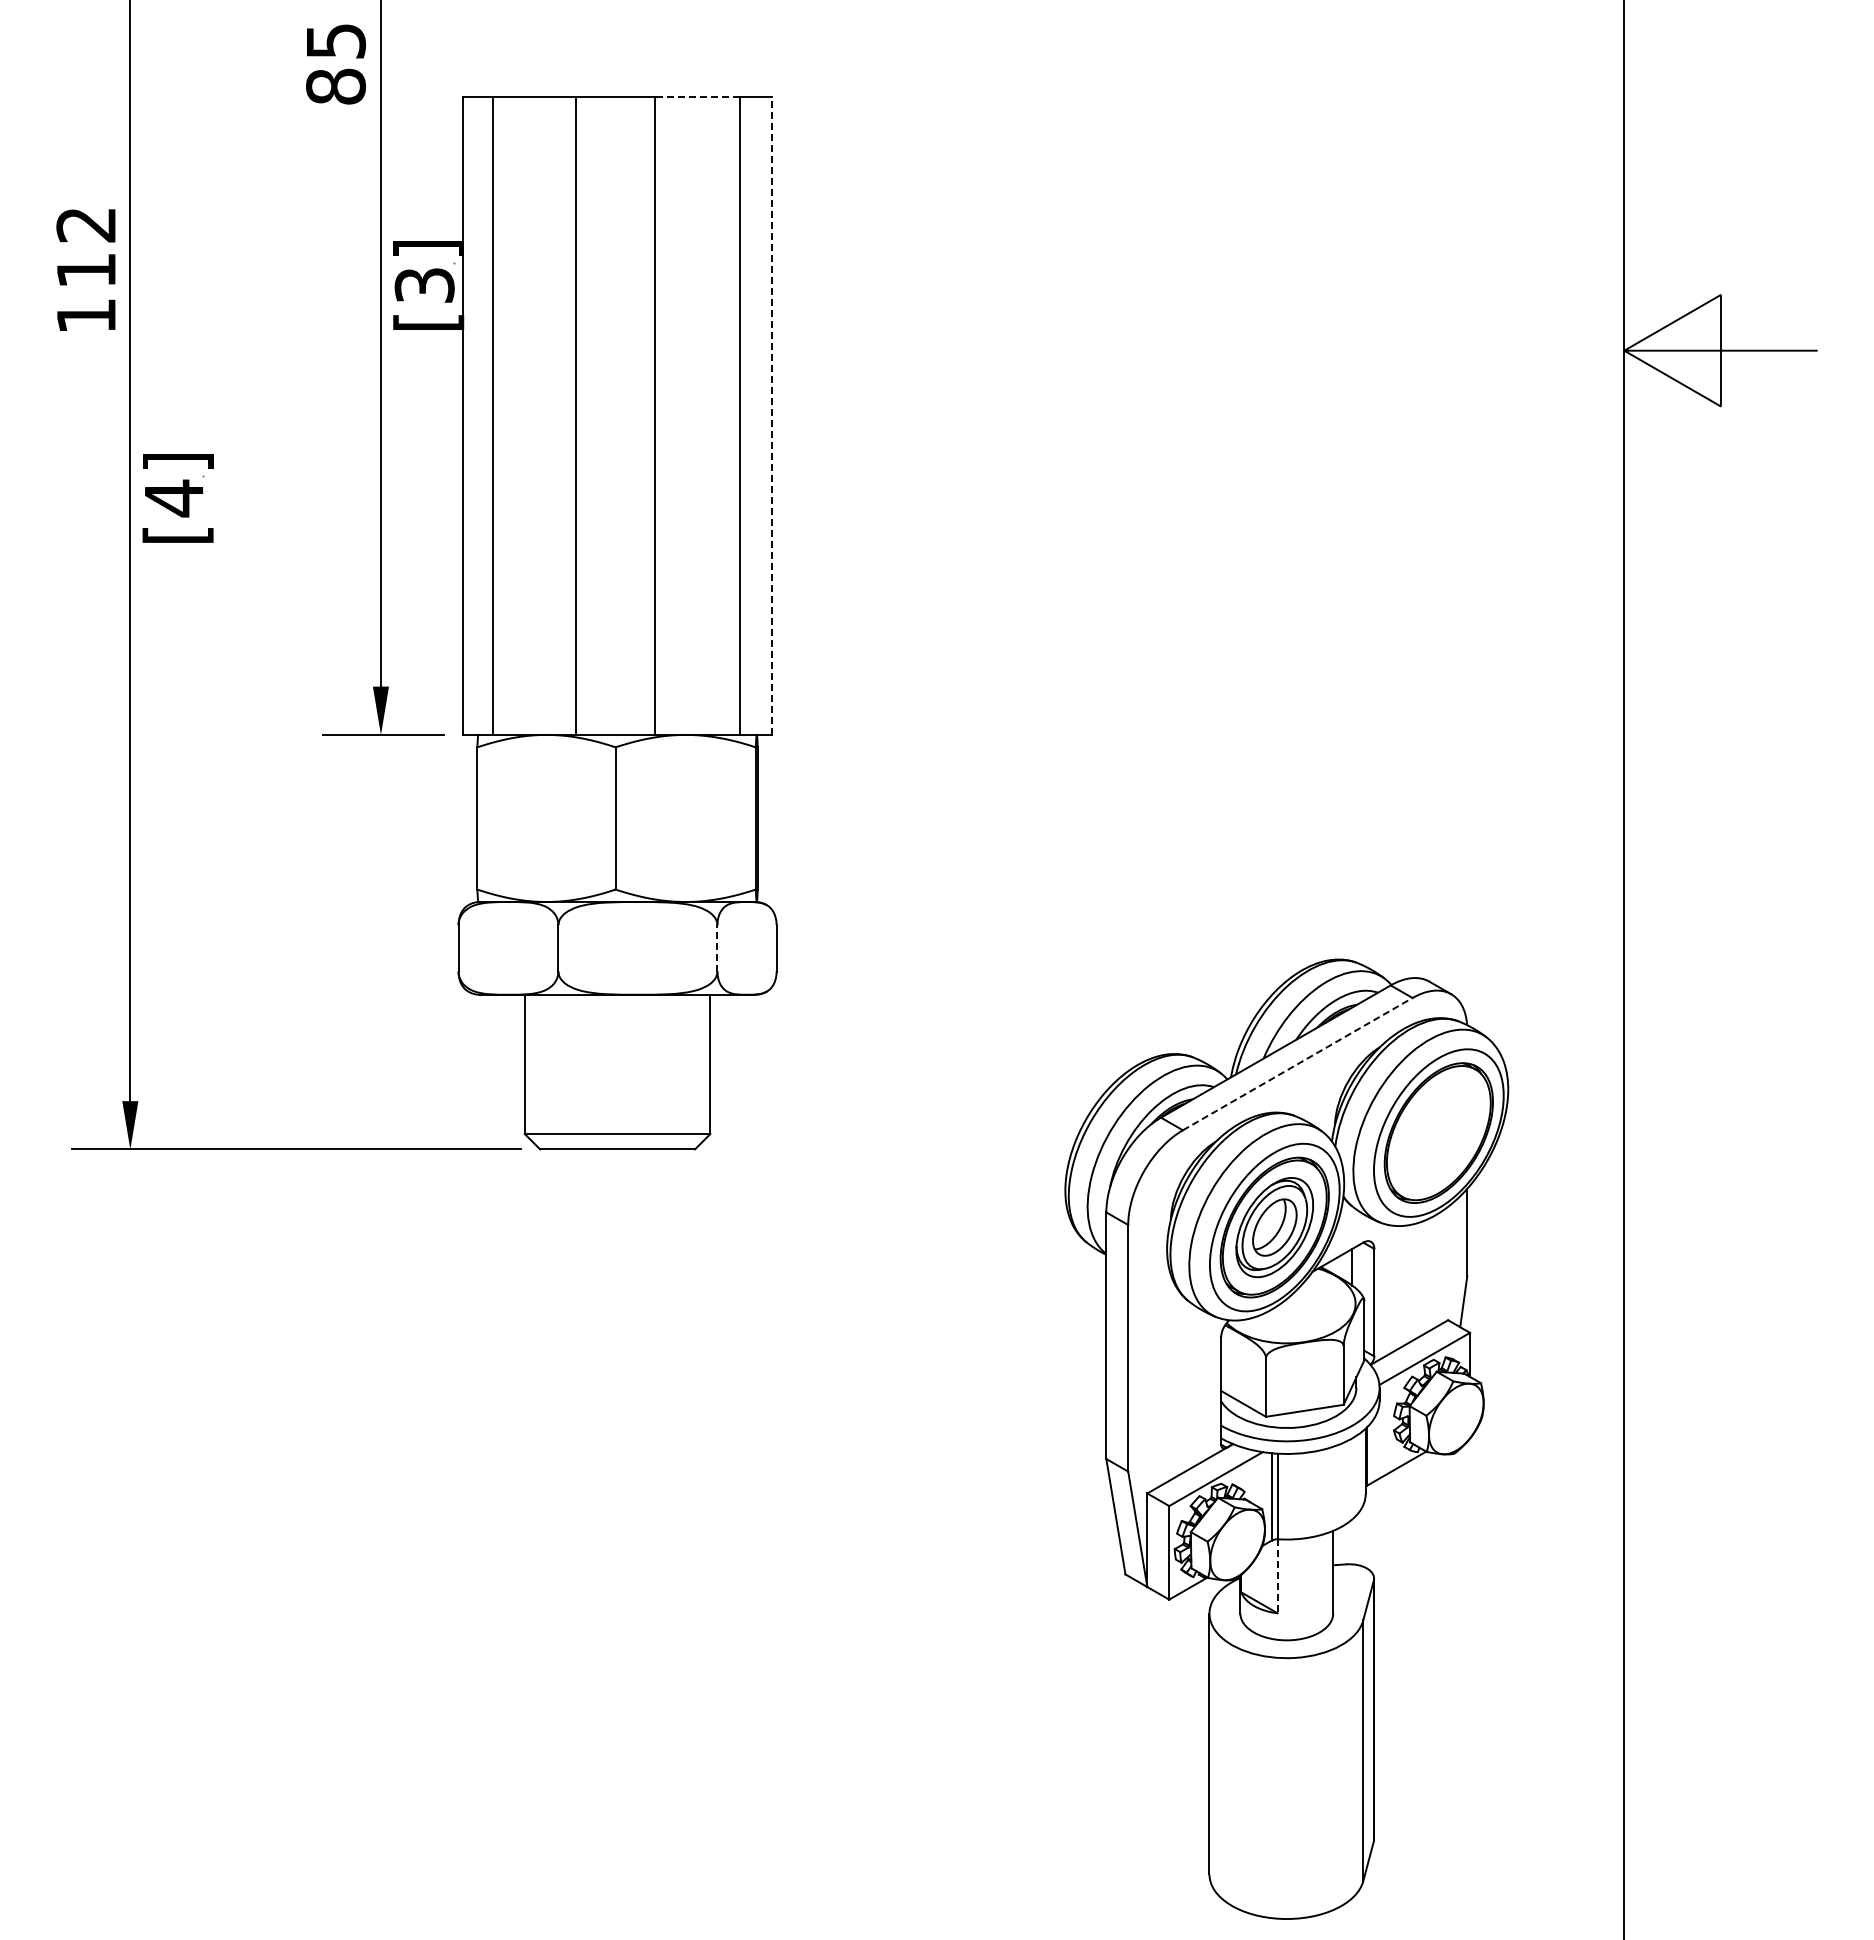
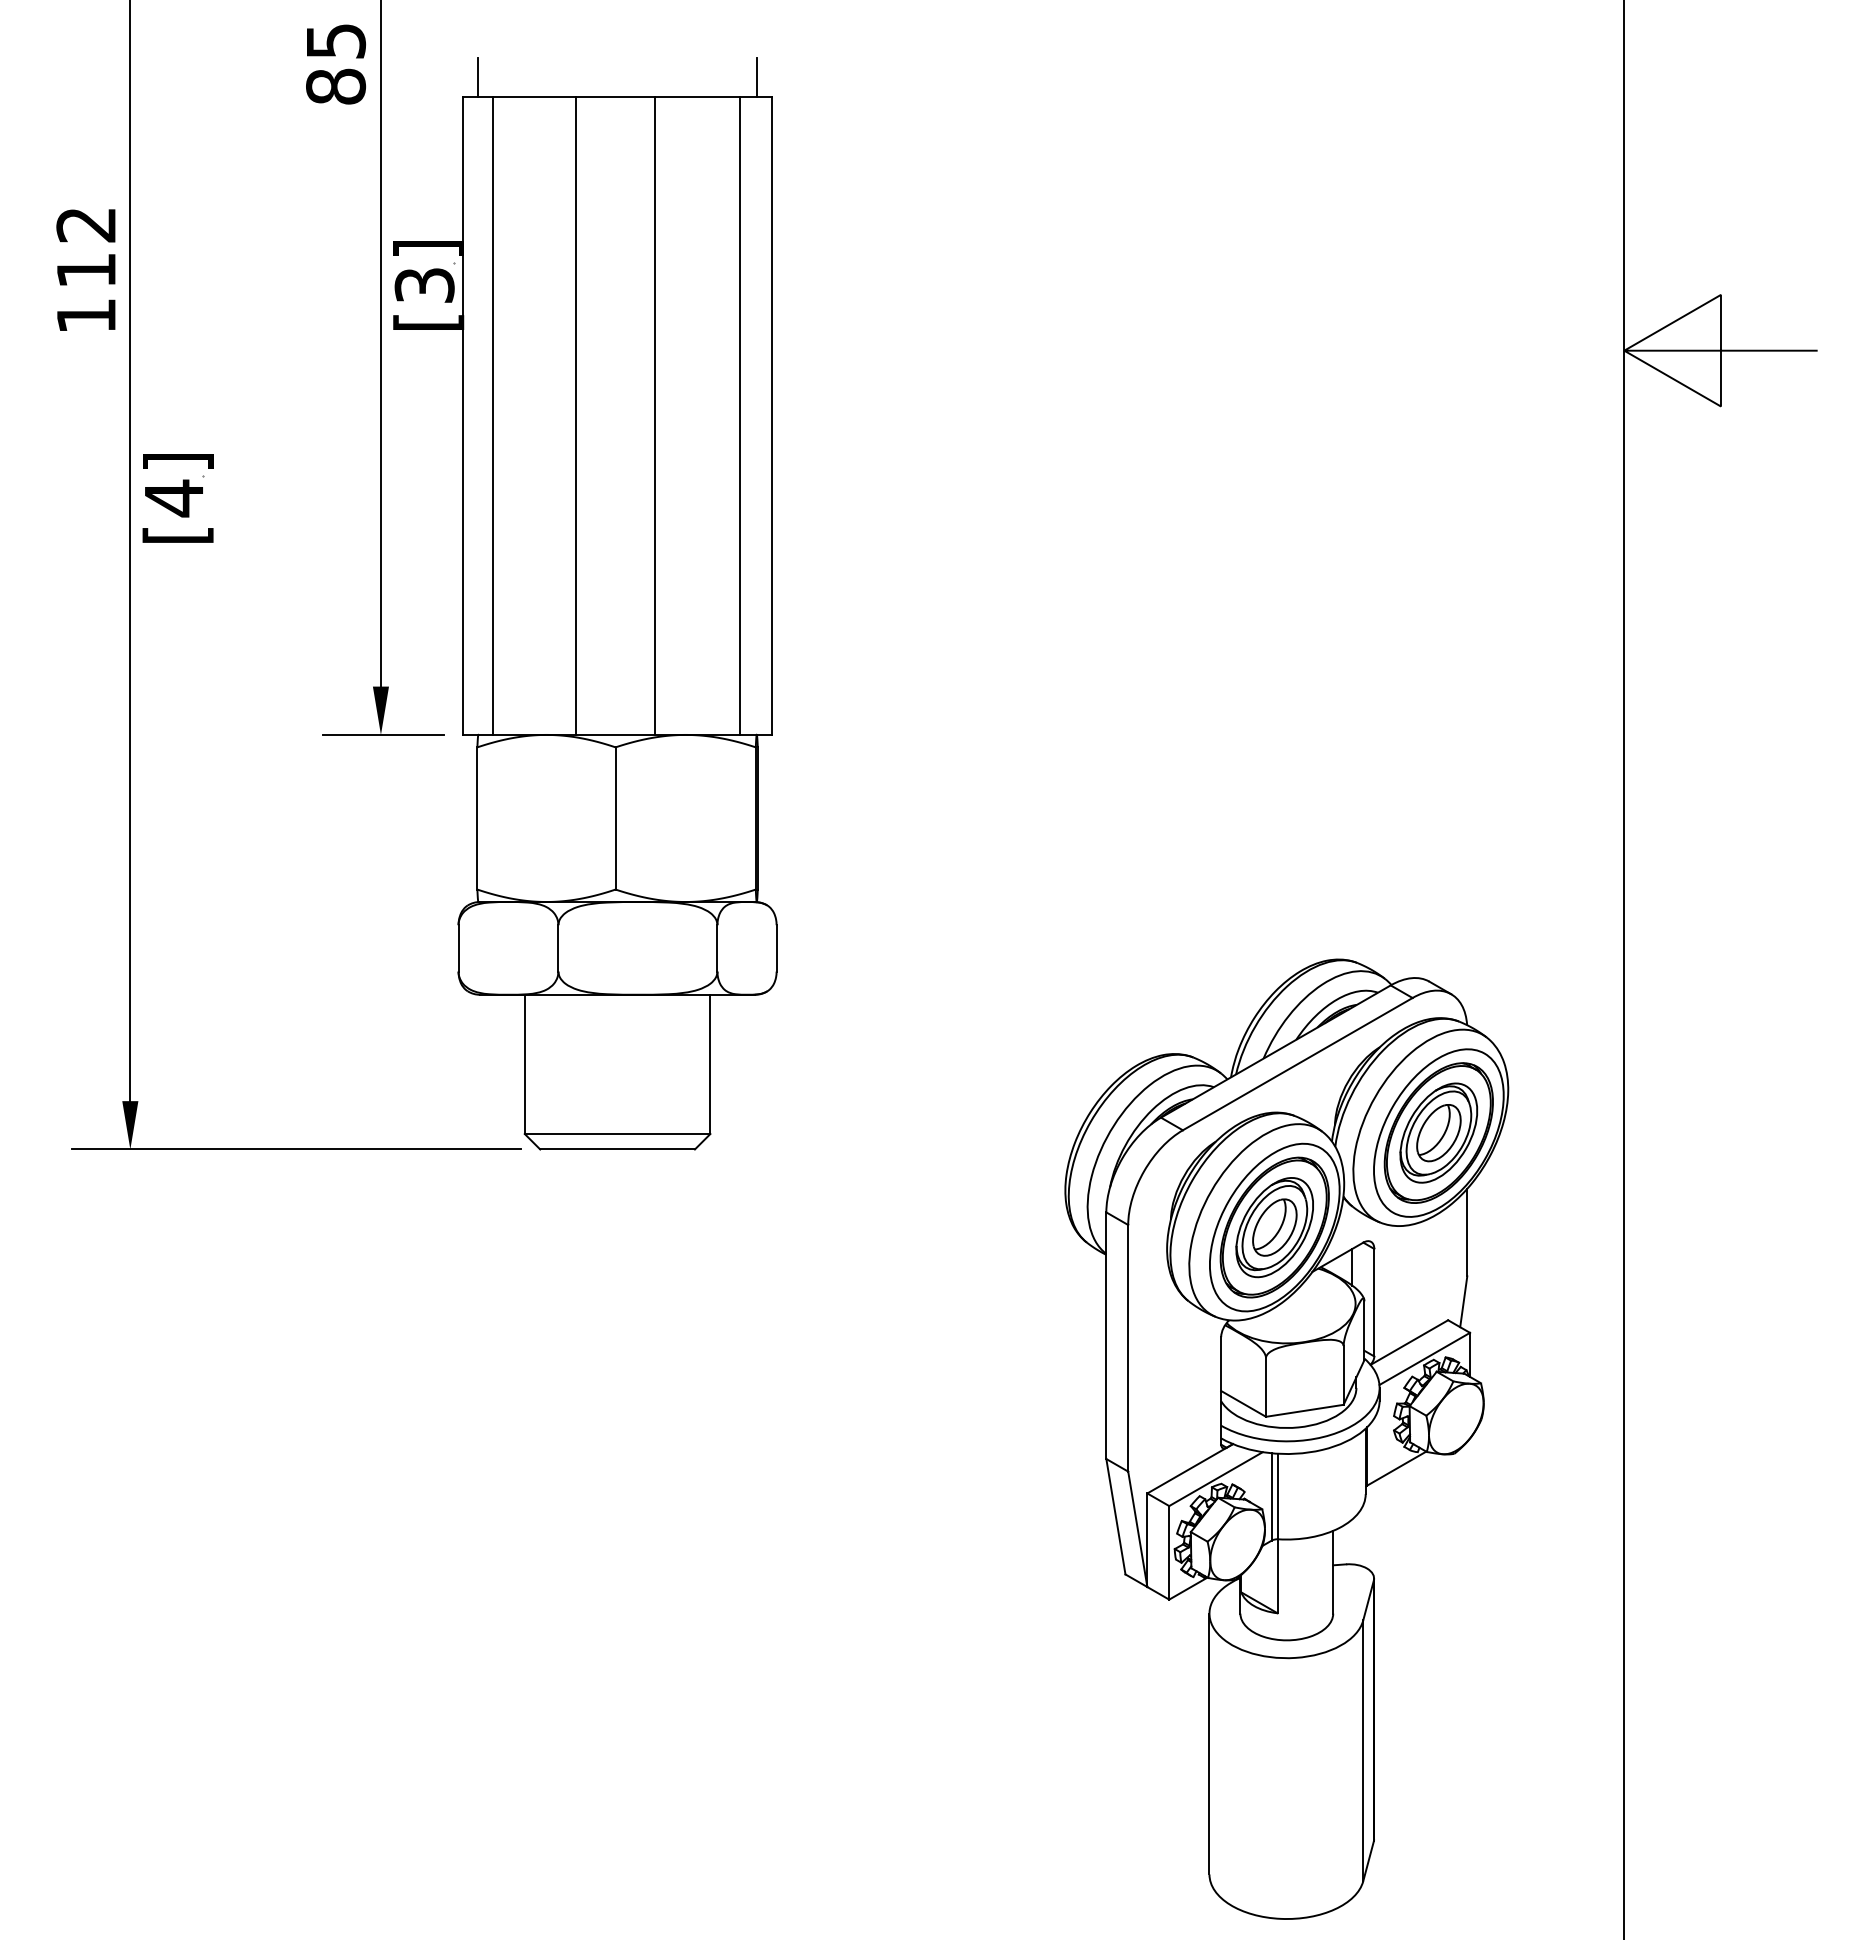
line at (478, 77): none -> present
line at (756, 77): none -> present
line at (697, 96): dashed -> solid
line at (772, 415): dashed -> solid
line at (717, 947): dashed -> solid
line at (1297, 1064): dashed -> solid
part at (1438, 1132): none -> present
line at (1277, 1576): dashed -> solid
